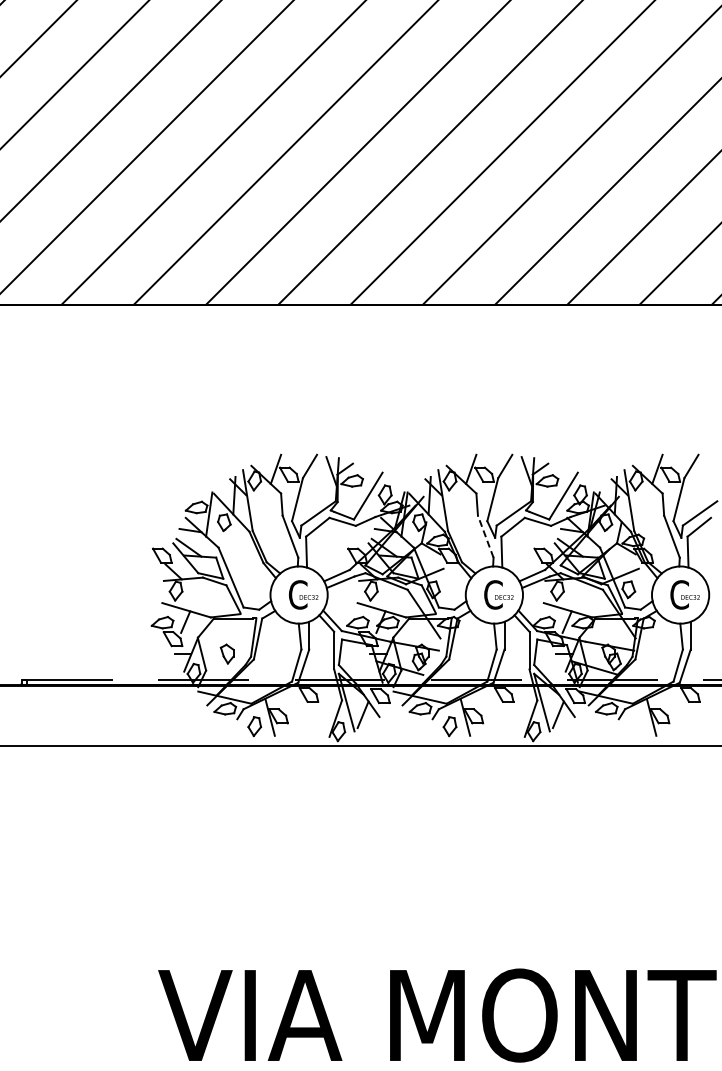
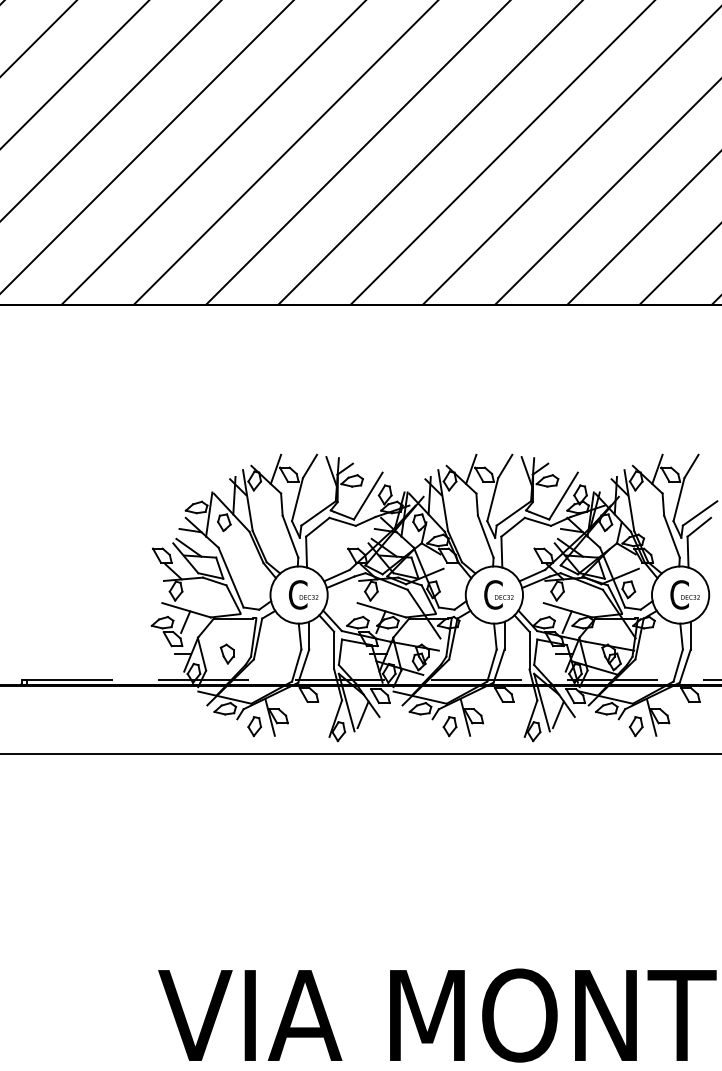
line at (485, 536): dashed -> solid
part at (635, 726): none -> present
line at (360, 746) position: (360, 746) -> (360, 754)
